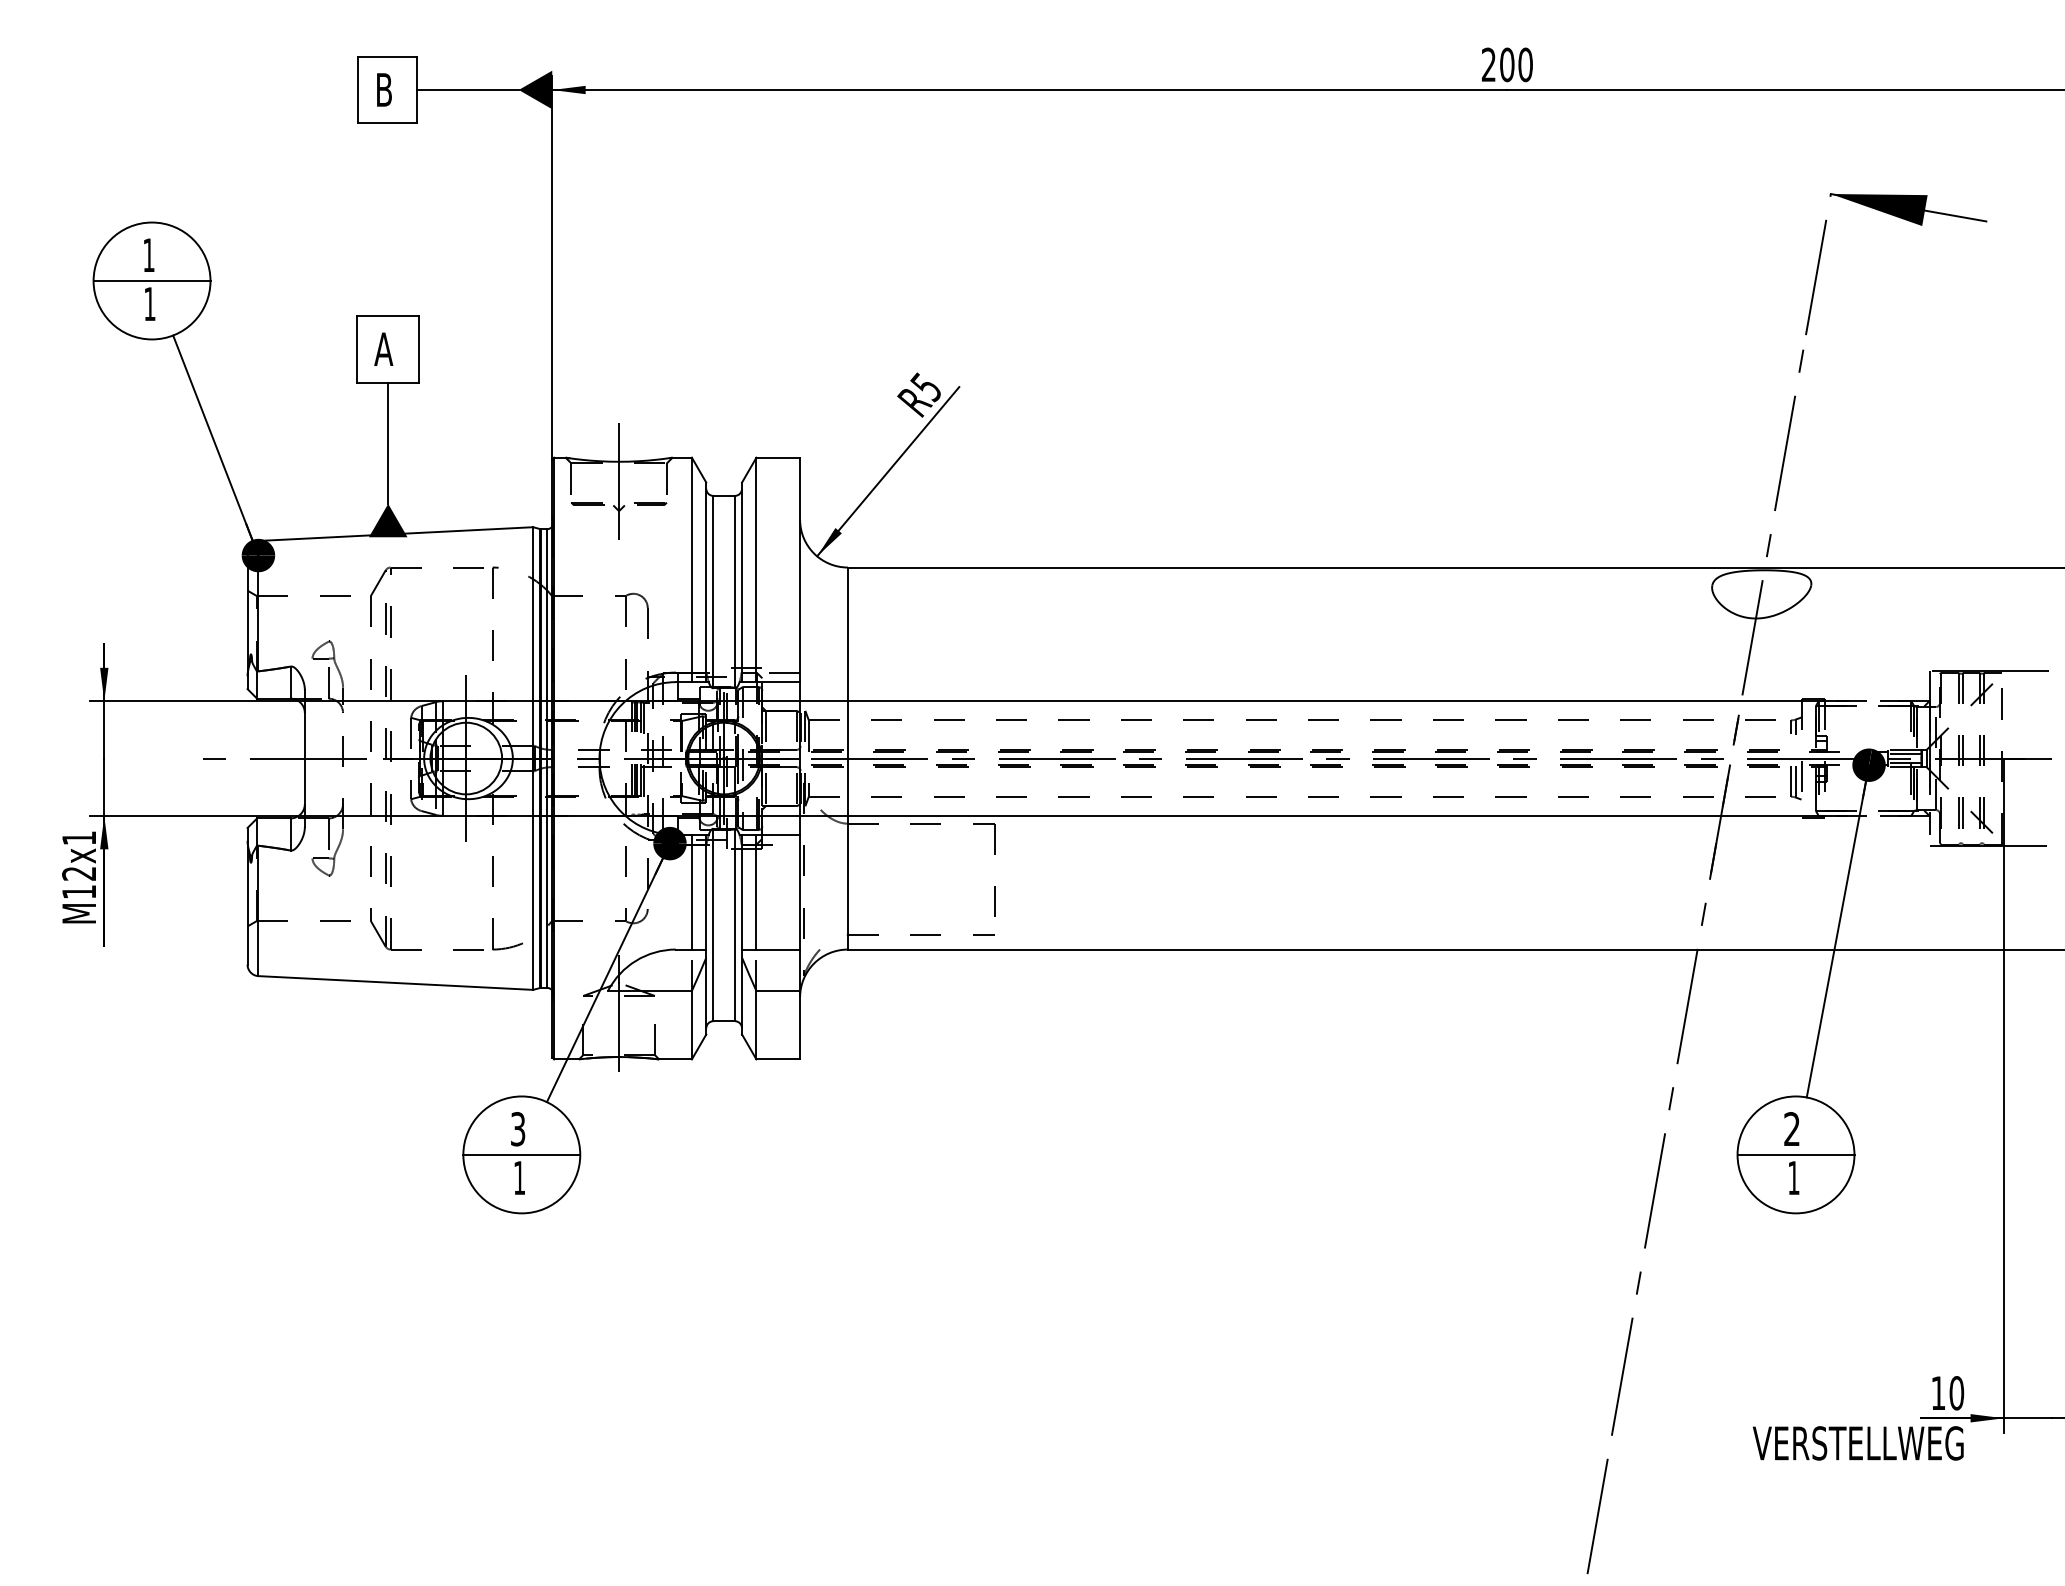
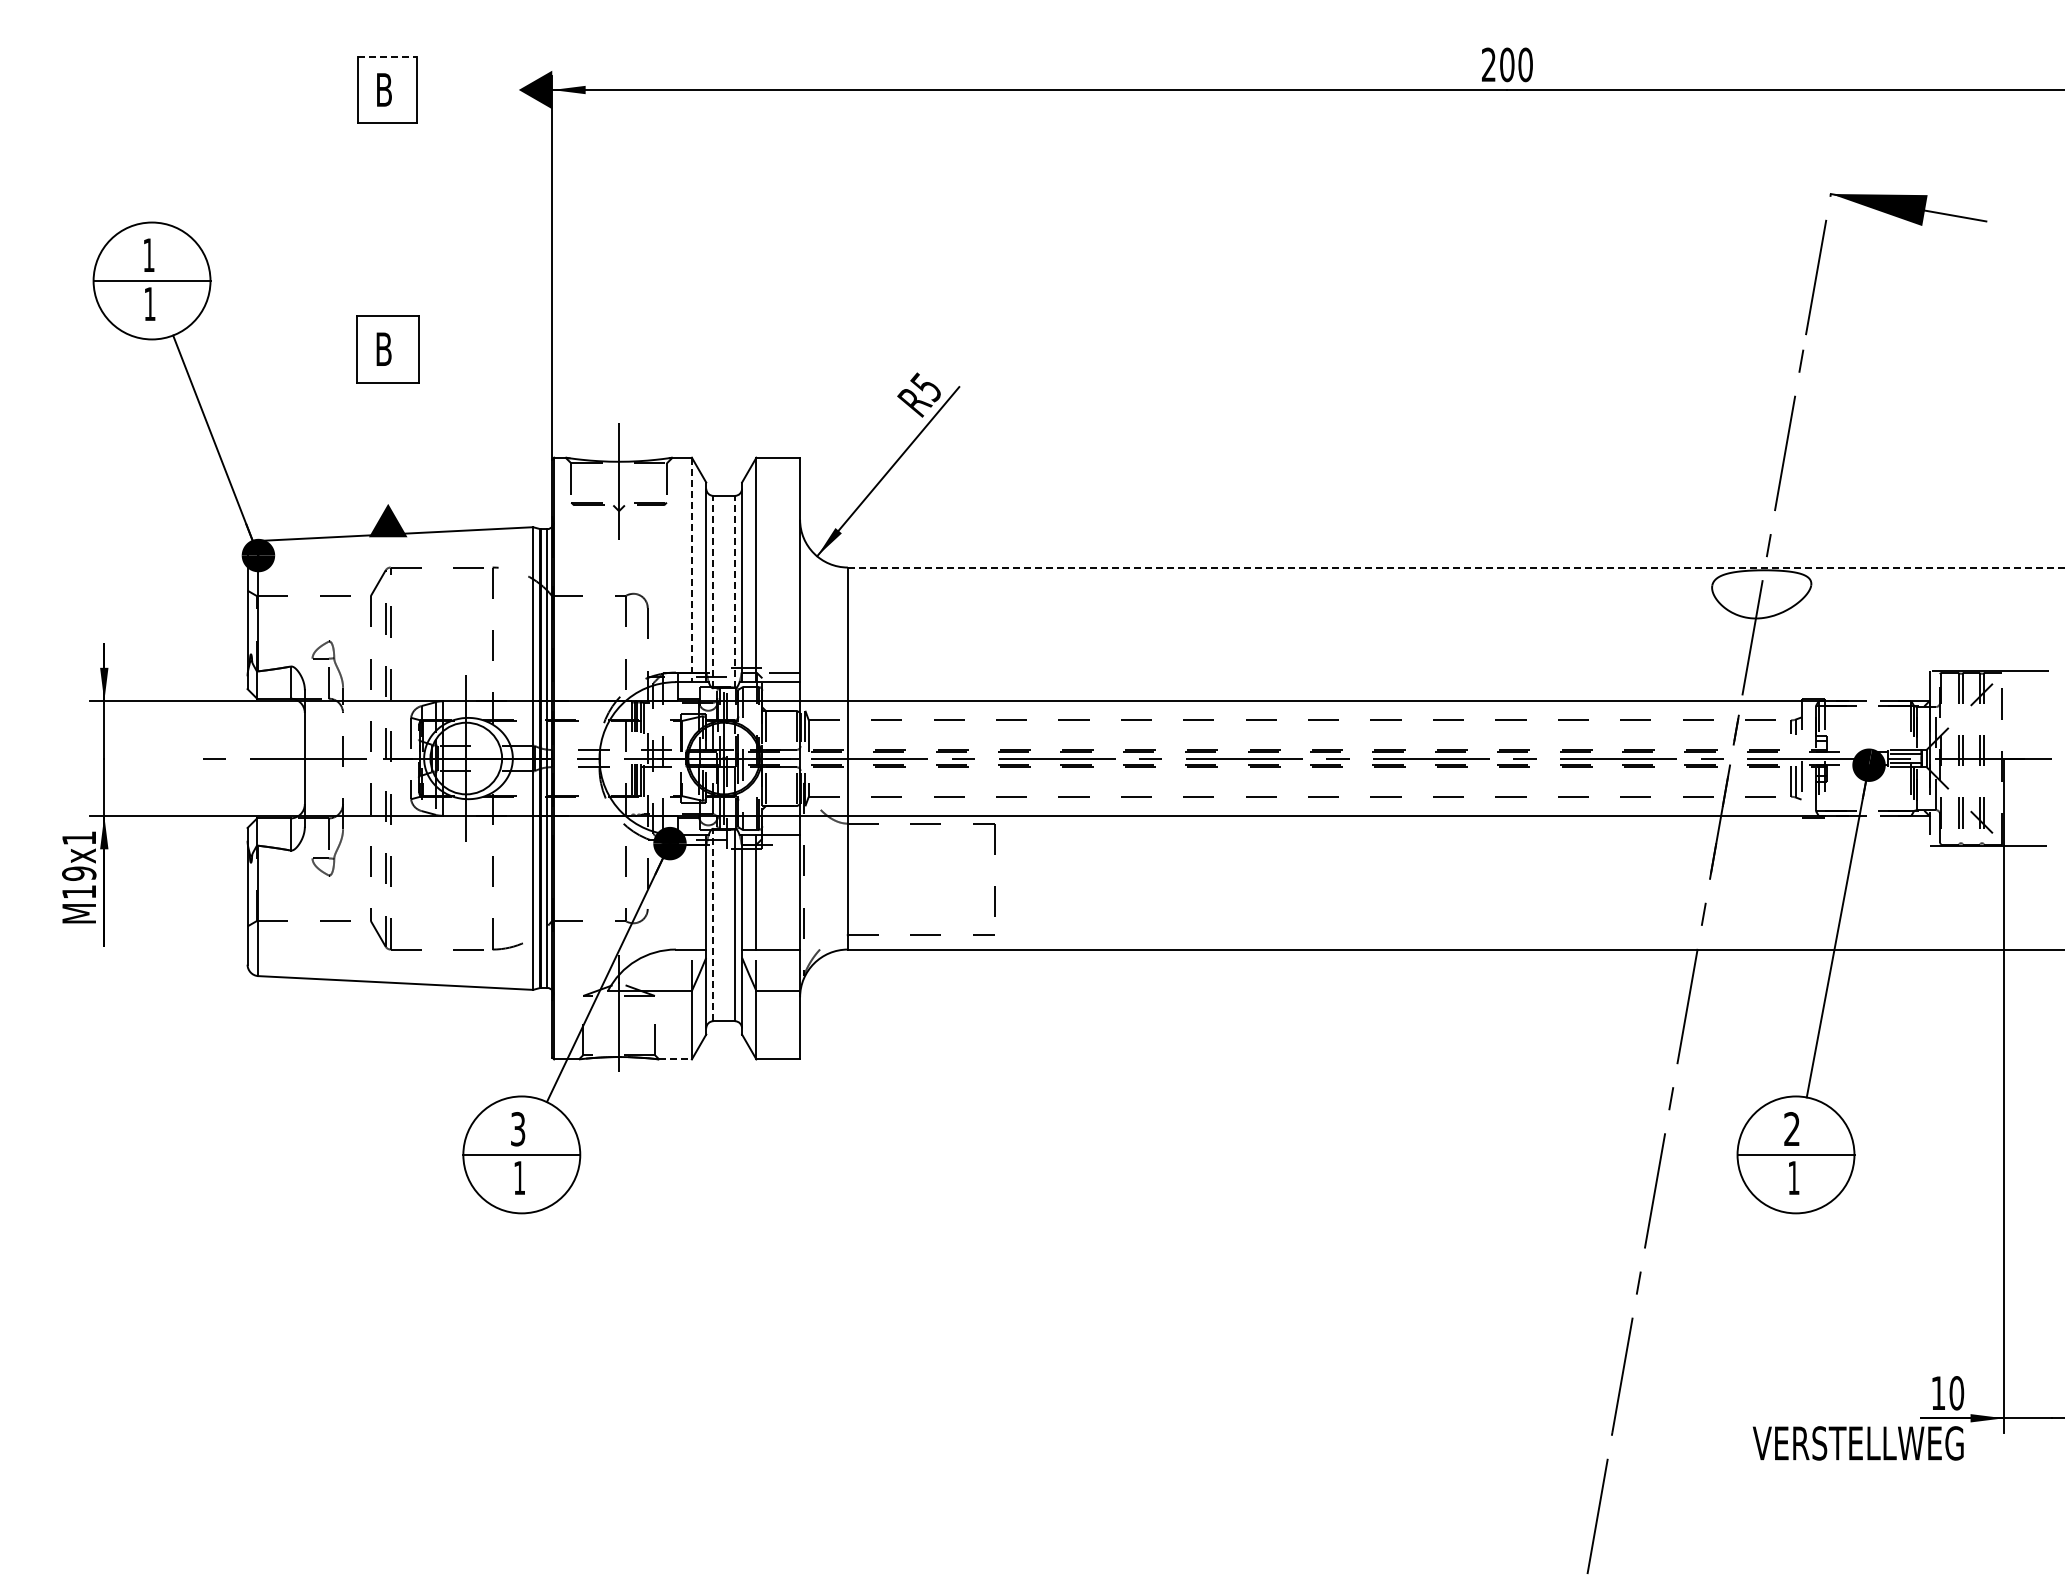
line at (387, 56): solid -> dashed
line at (467, 89): present -> none
text at (383, 348): A -> B
line at (388, 442): present -> none
line at (1456, 567): solid -> dashed
line at (691, 570): solid -> dashed
line at (713, 591): solid -> dashed
line at (734, 591): solid -> dashed
text at (79, 873): M12x1 -> M19x1
line at (691, 891): present -> none
line at (713, 924): solid -> dashed
line at (676, 1059): solid -> dashed
